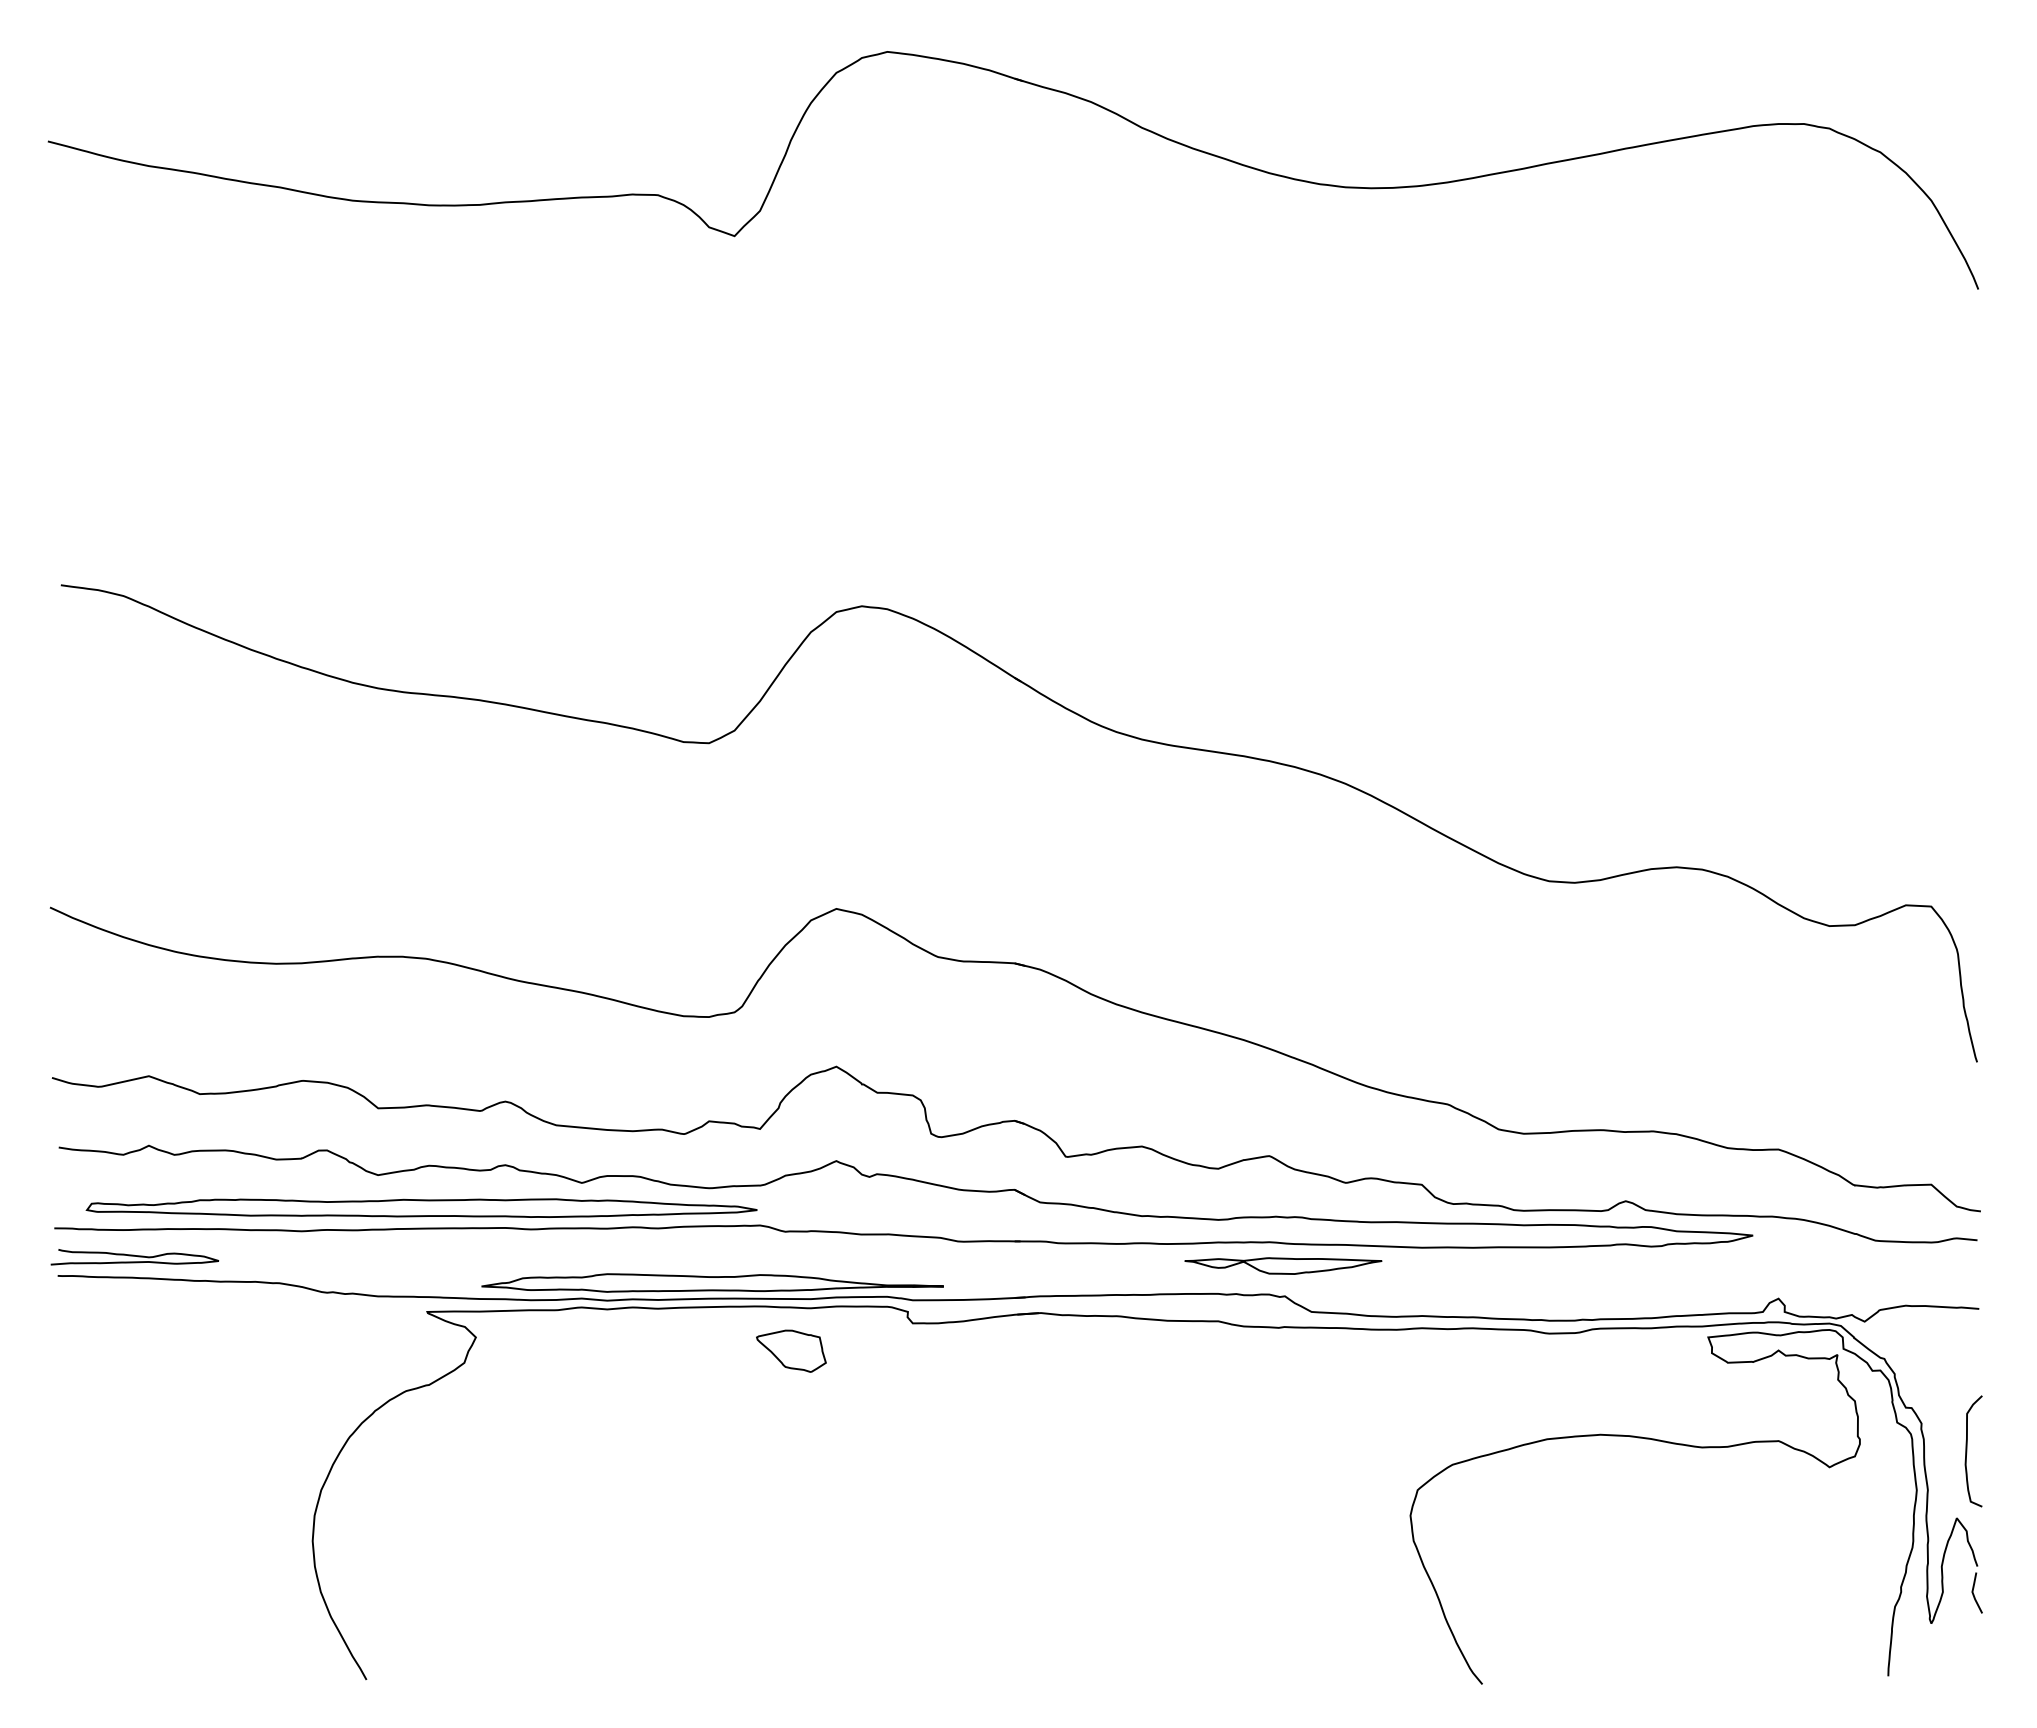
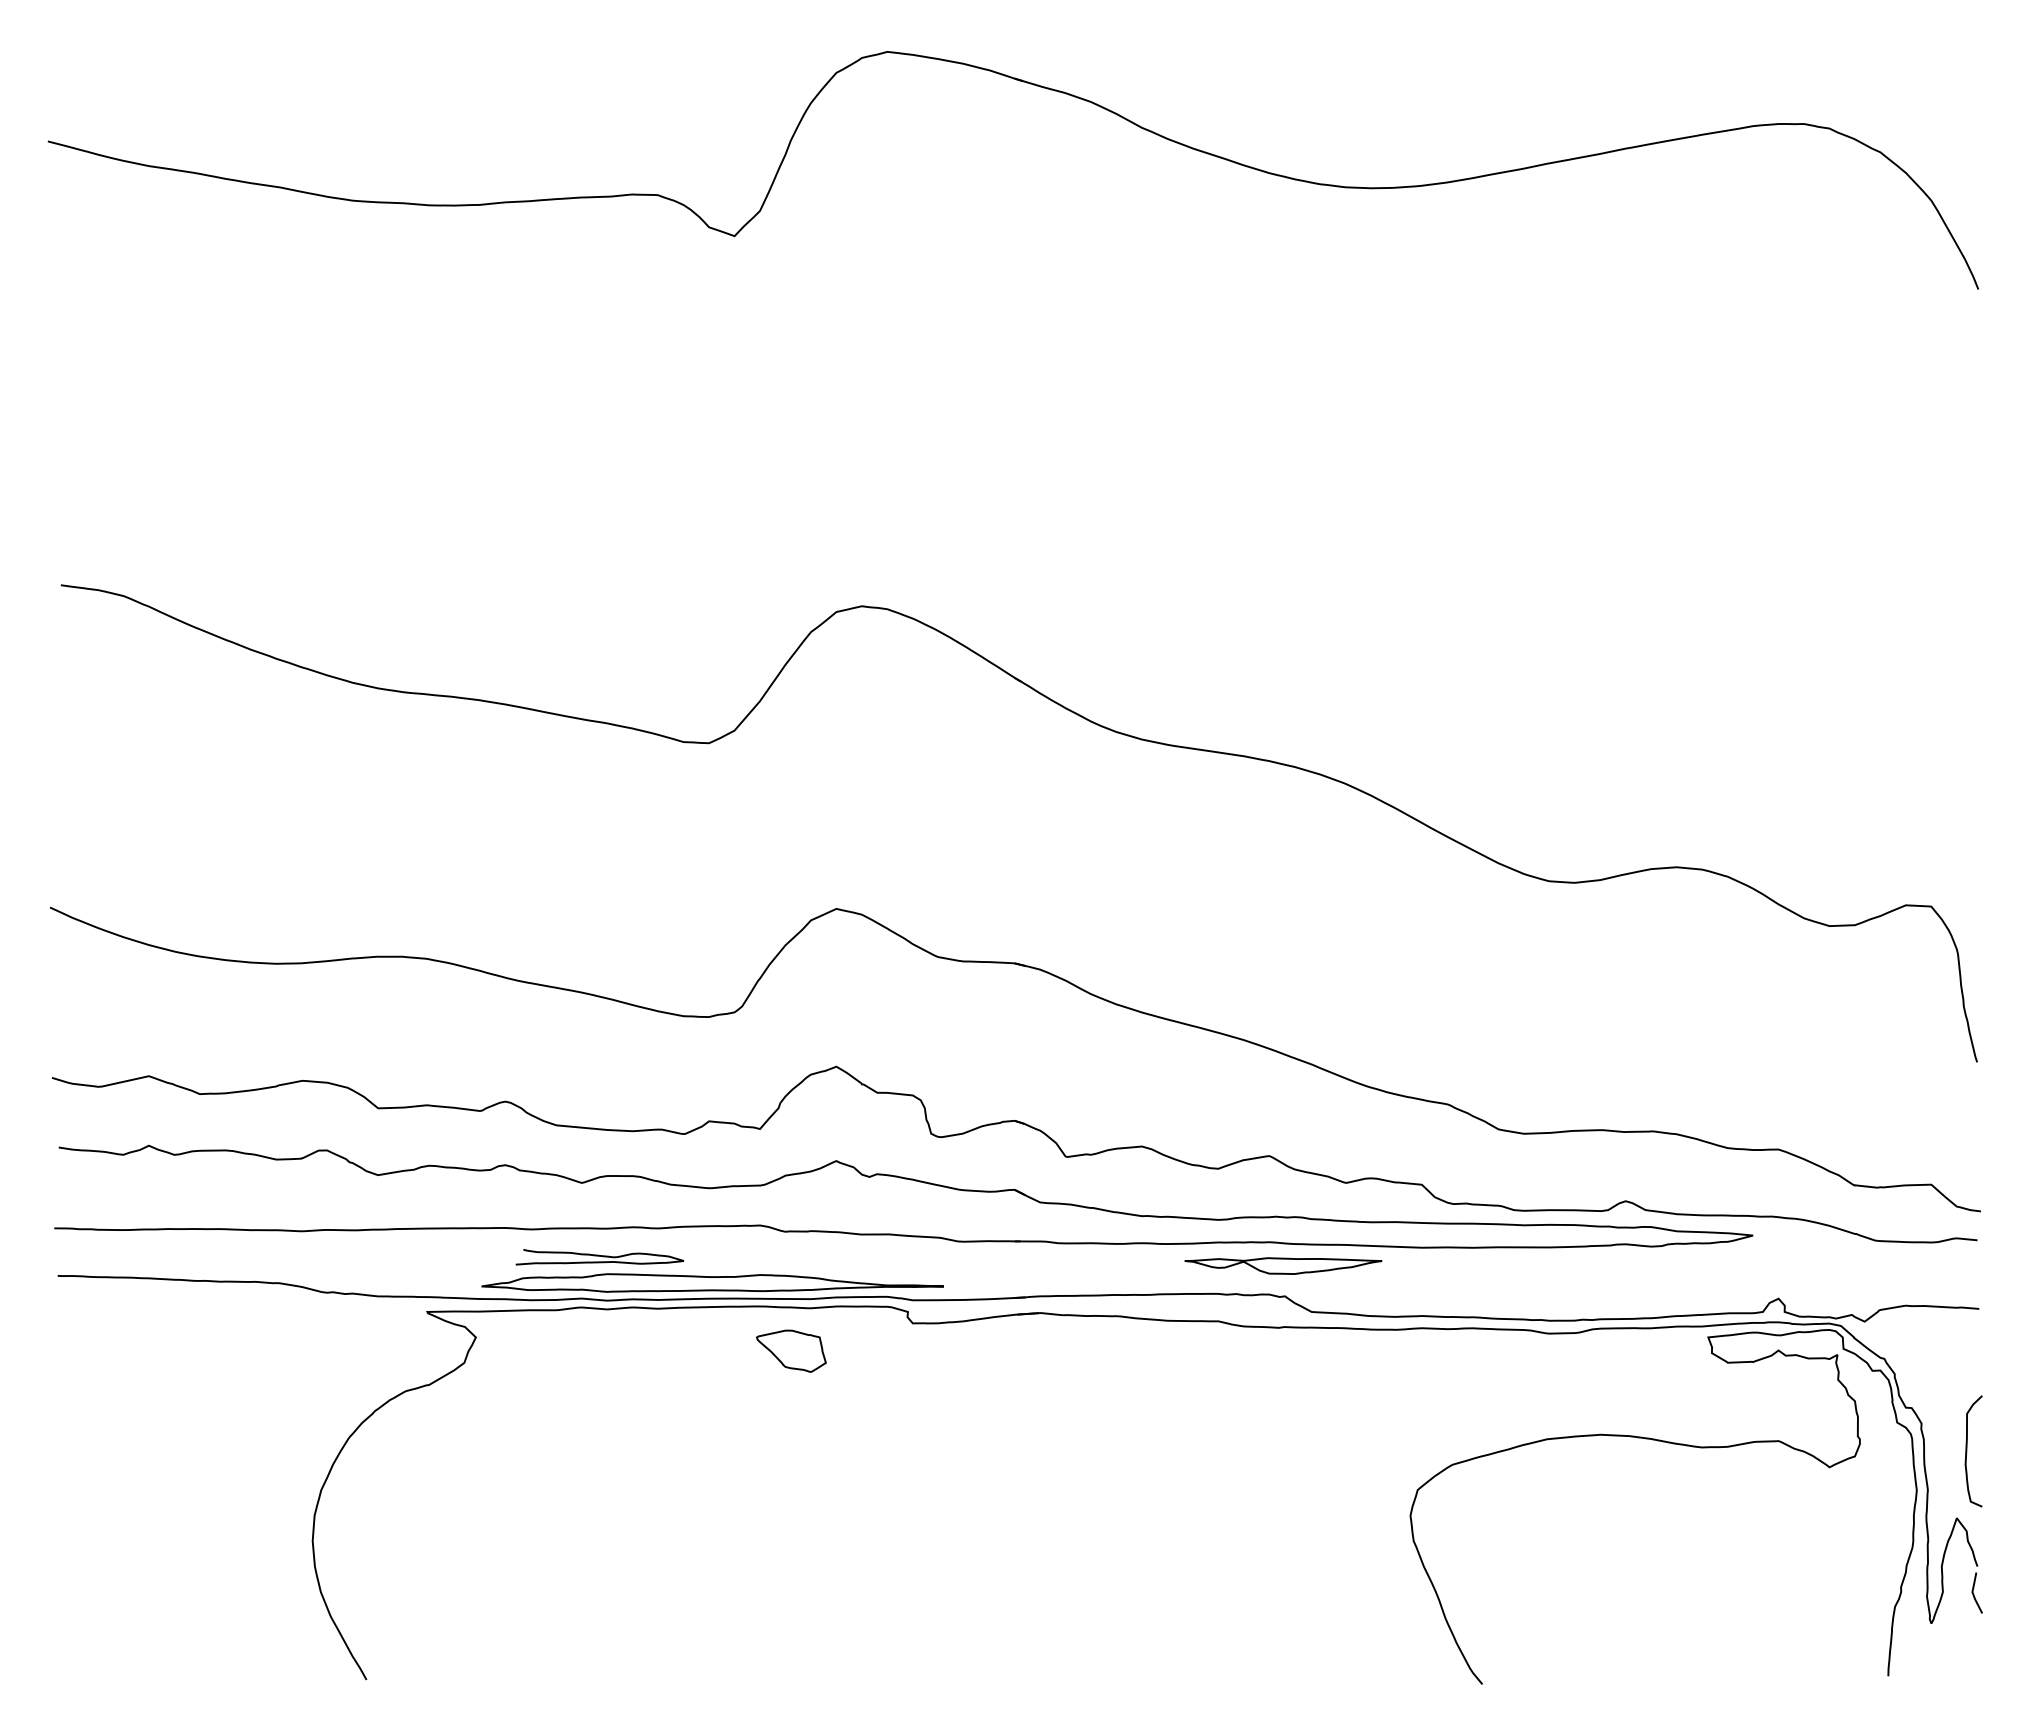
part at (421, 1207): present -> none
curve at (134, 1256) position: (134, 1256) -> (599, 1256)
